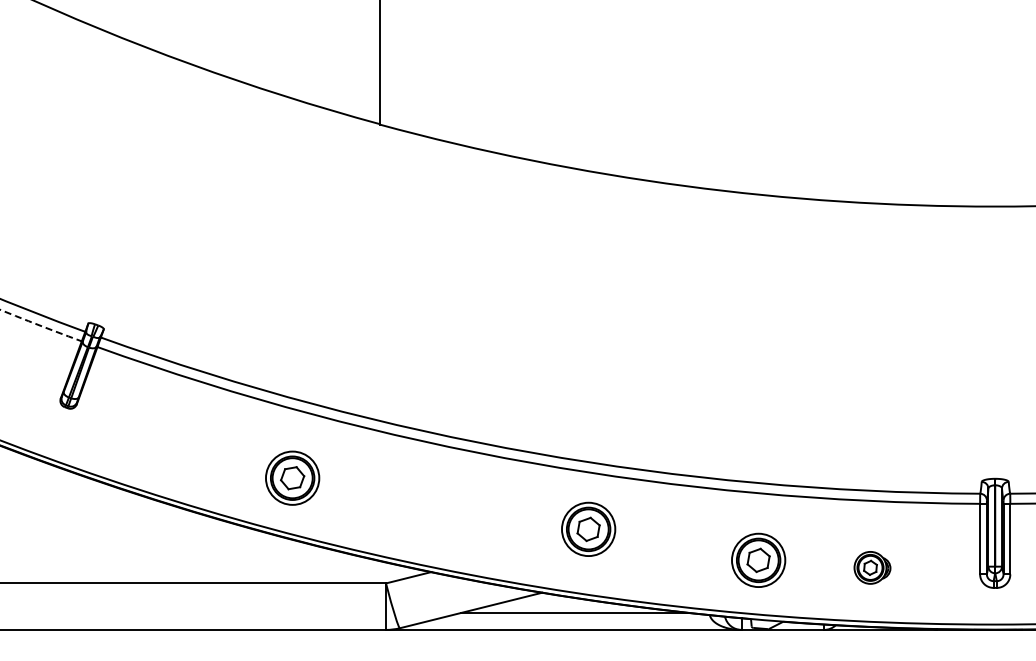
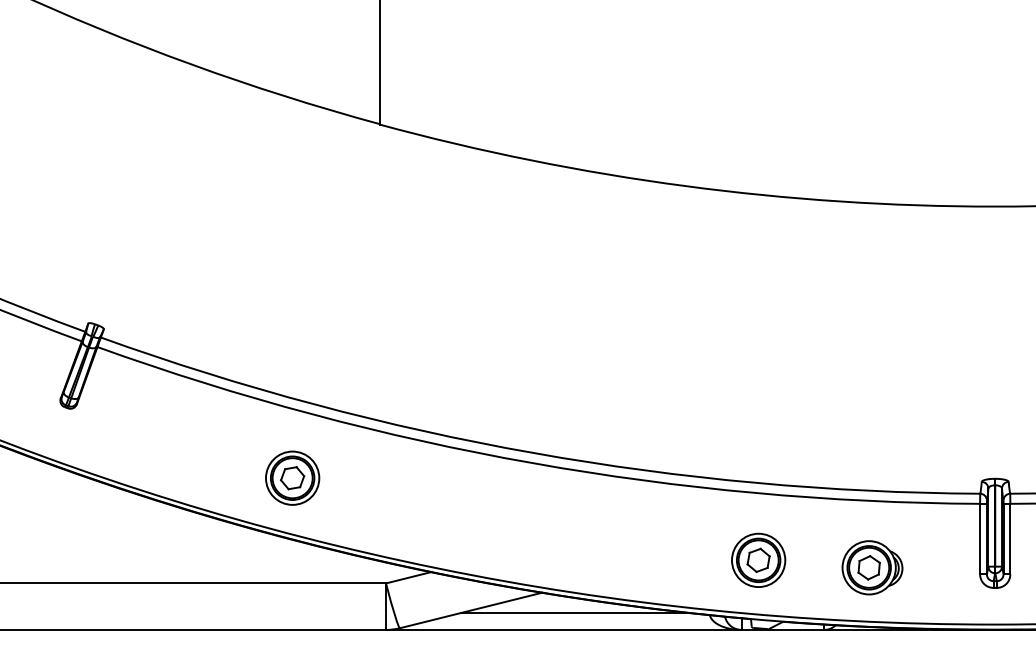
arc at (40, 325): dashed -> solid
part at (588, 528): present -> none
part at (872, 567) size: 39x34 px -> 63x56 px
